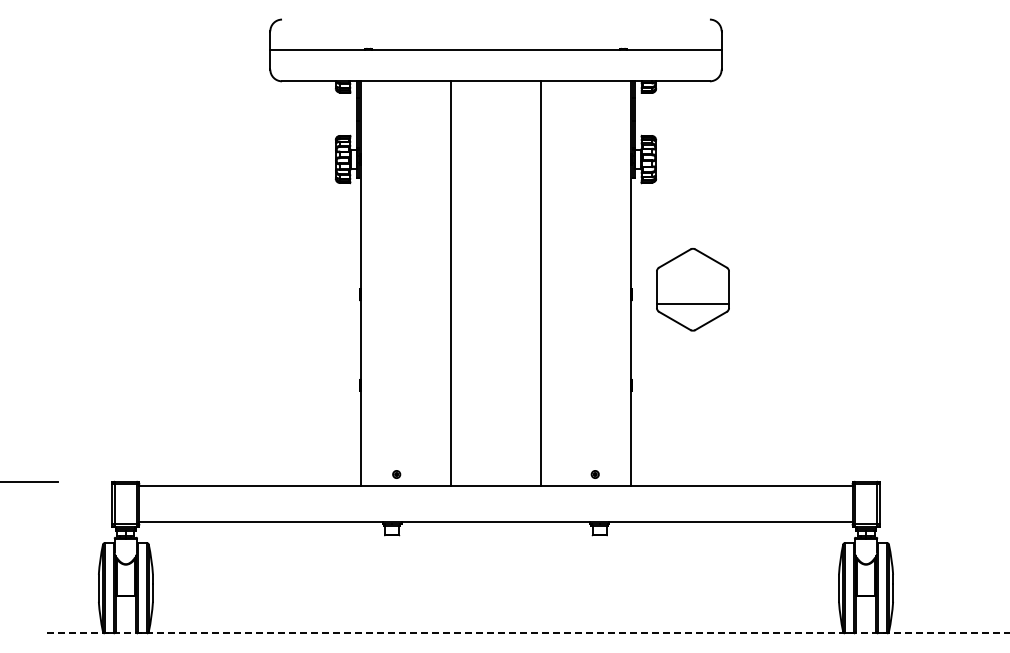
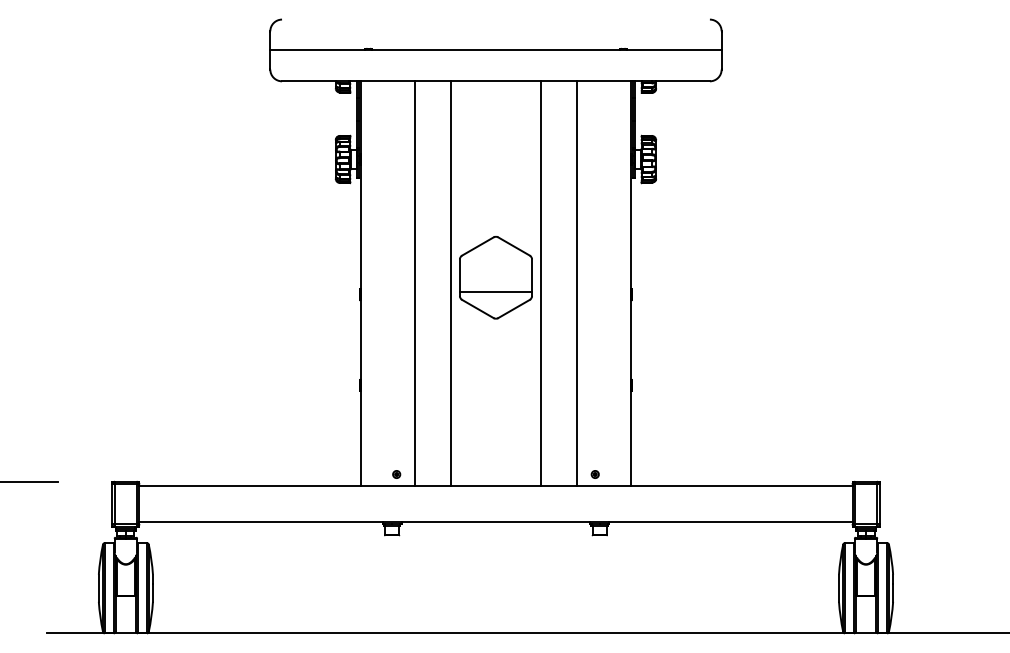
line at (414, 283): none -> present
line at (577, 283): none -> present
part at (692, 289) position: (692, 289) -> (495, 277)
line at (528, 633): dashed -> solid
